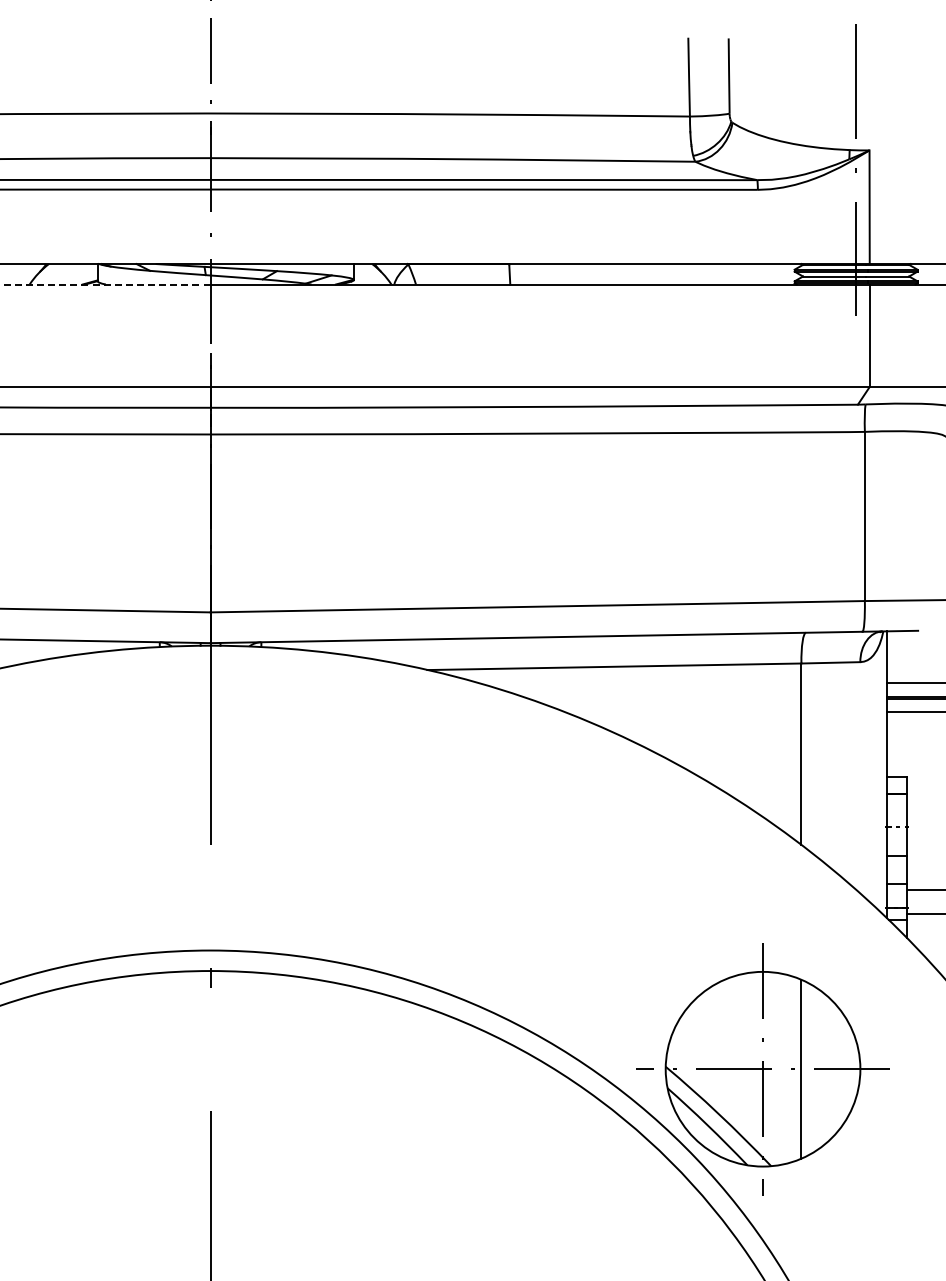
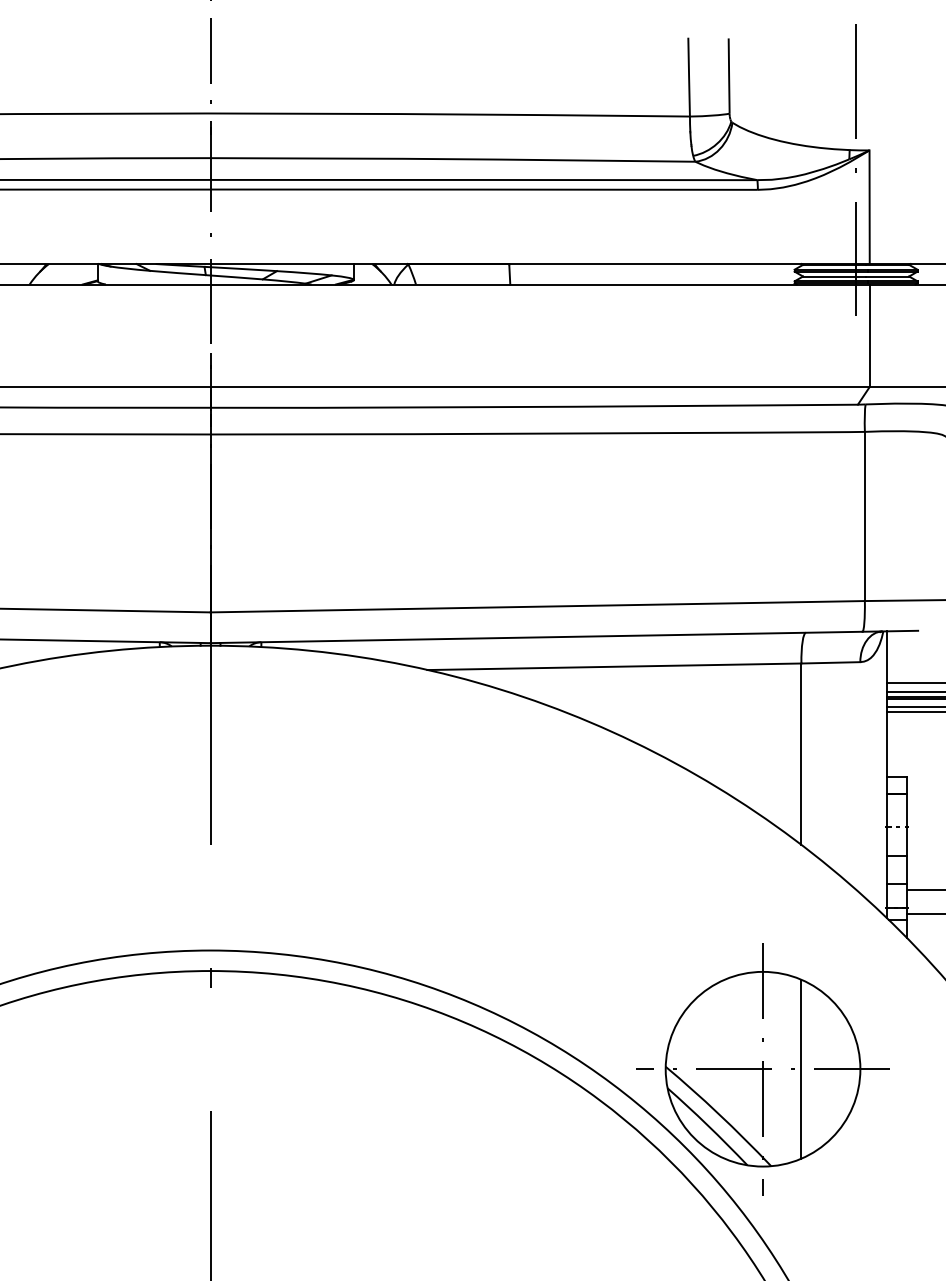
line at (105, 284): dashed -> solid
line at (914, 692): none -> present
line at (914, 706): none -> present
